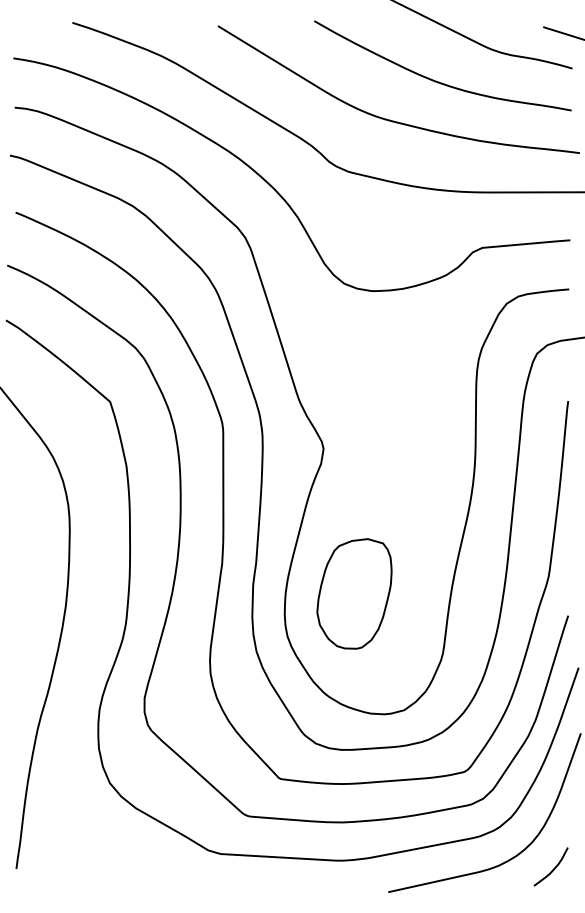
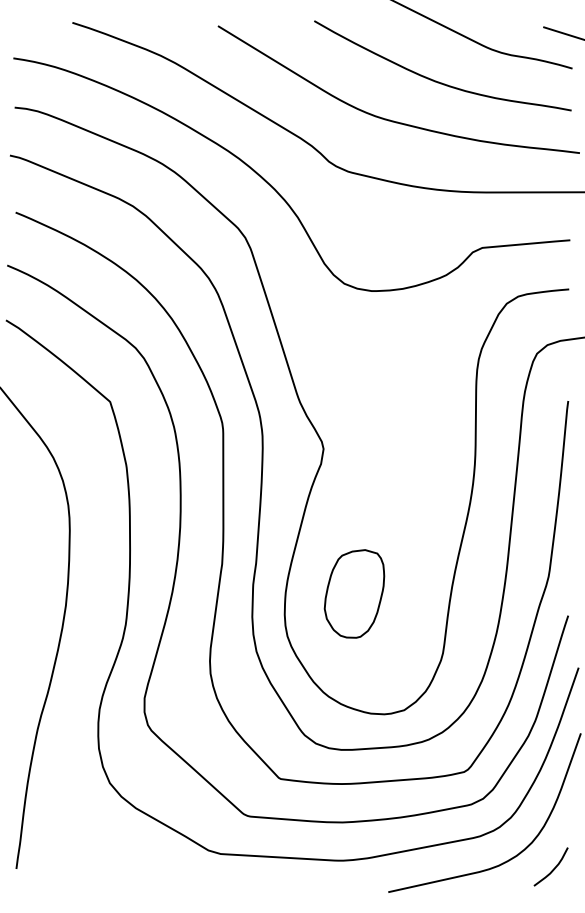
part at (354, 593) size: 77x112 px -> 63x90 px
